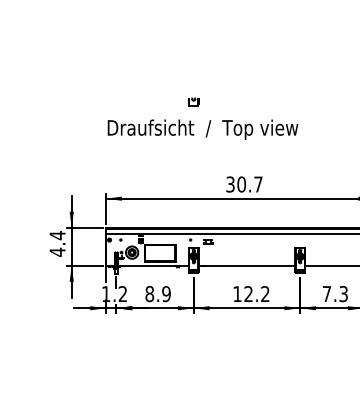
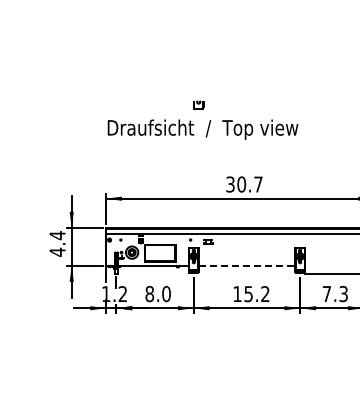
part at (193, 101) position: (193, 101) -> (198, 104)
line at (247, 266): solid -> dashed
line at (330, 266) position: (330, 266) -> (330, 274)
text at (166, 294): 8.9 -> 8.0
text at (248, 294): 12.2 -> 15.2
